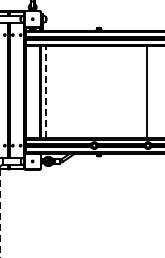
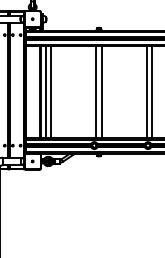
line at (51, 91): none -> present
line at (96, 91): none -> present
line at (101, 91): none -> present
line at (152, 91): none -> present
line at (45, 92): dashed -> solid
line at (0, 211): dashed -> solid
